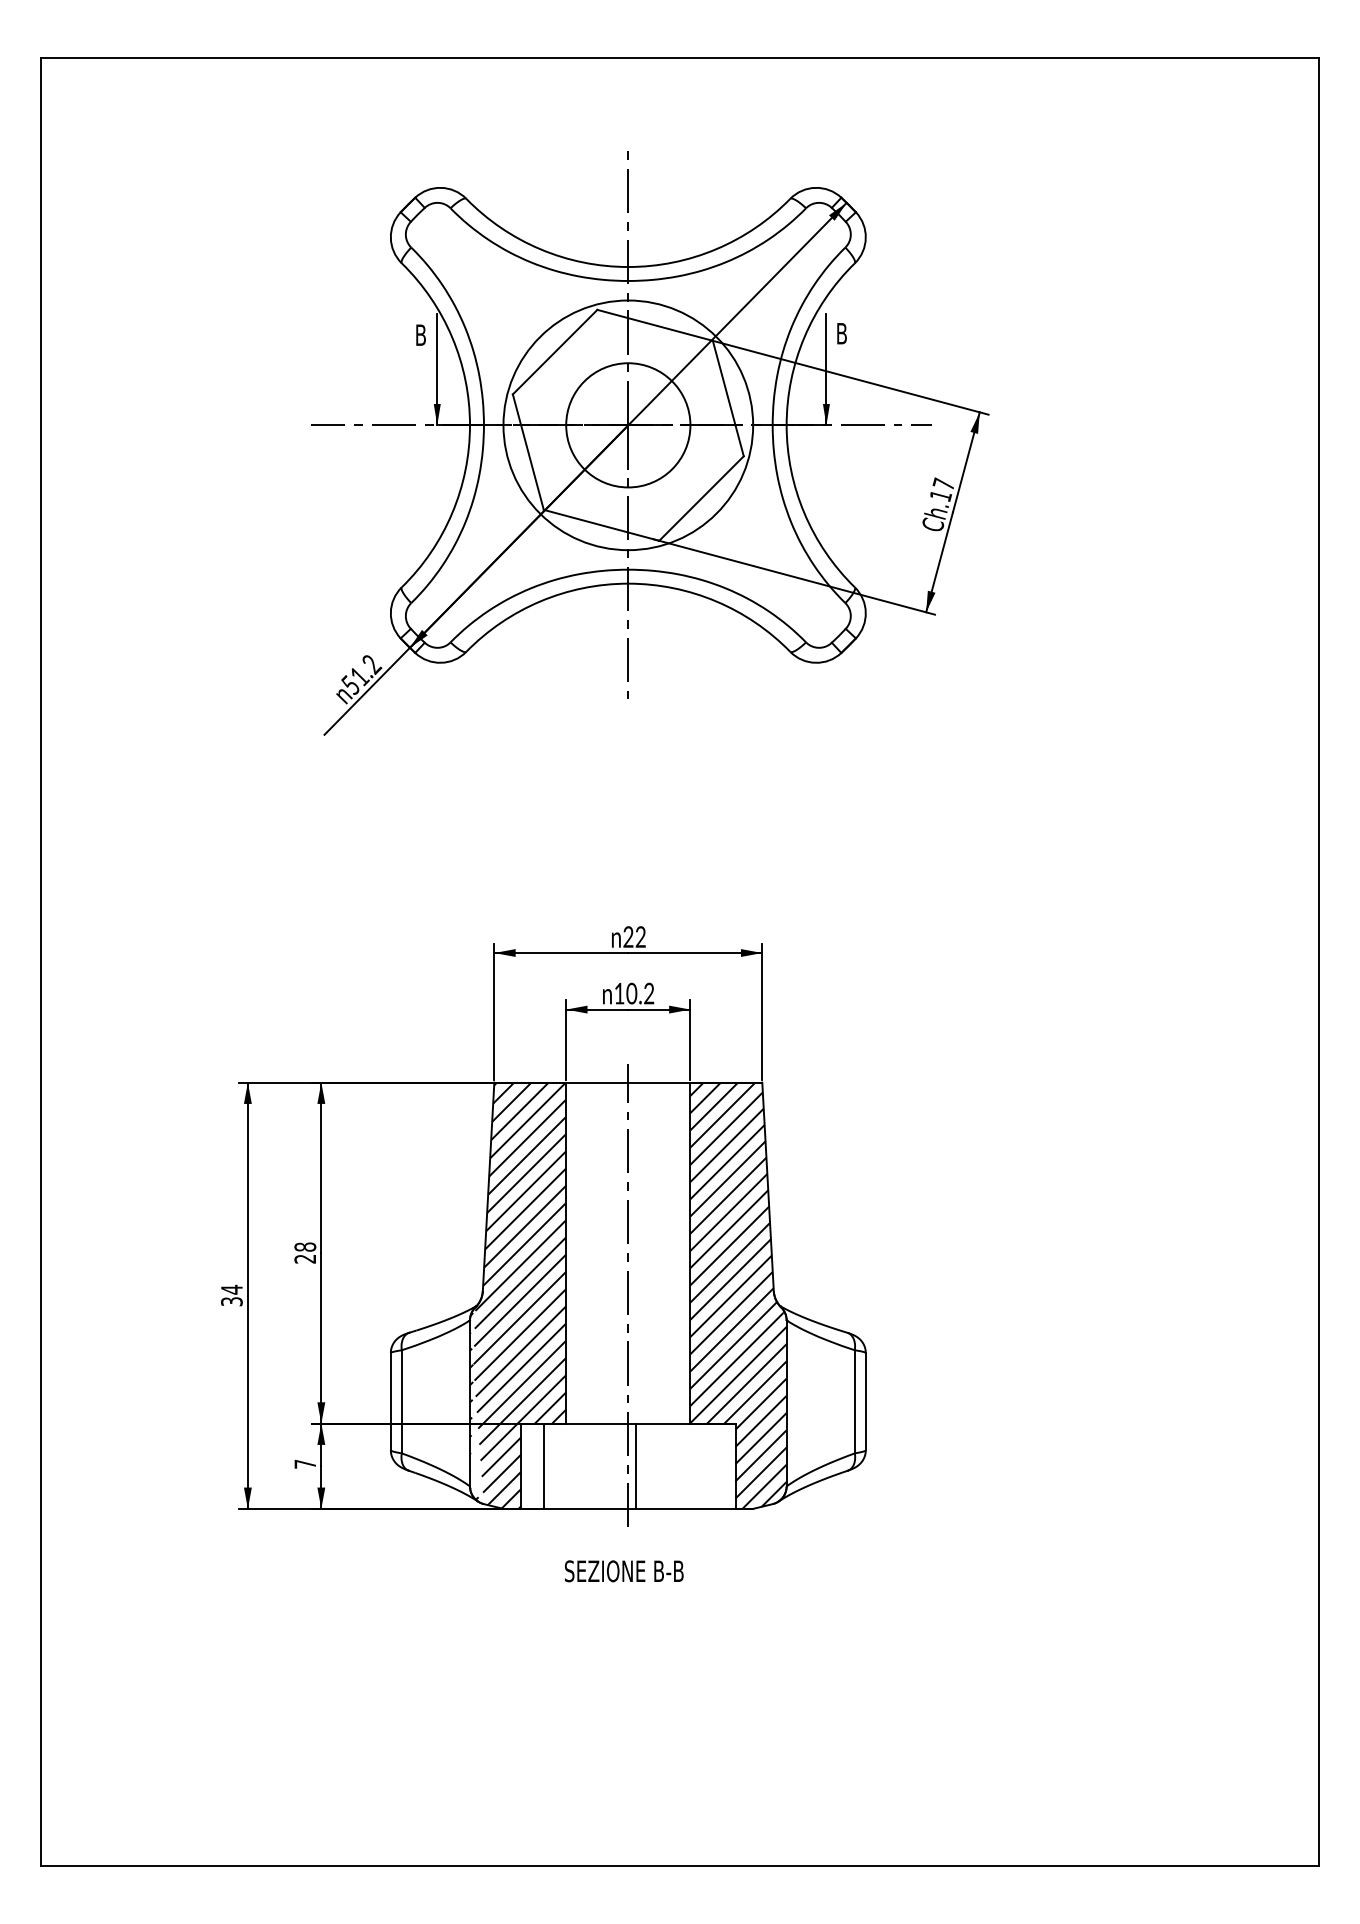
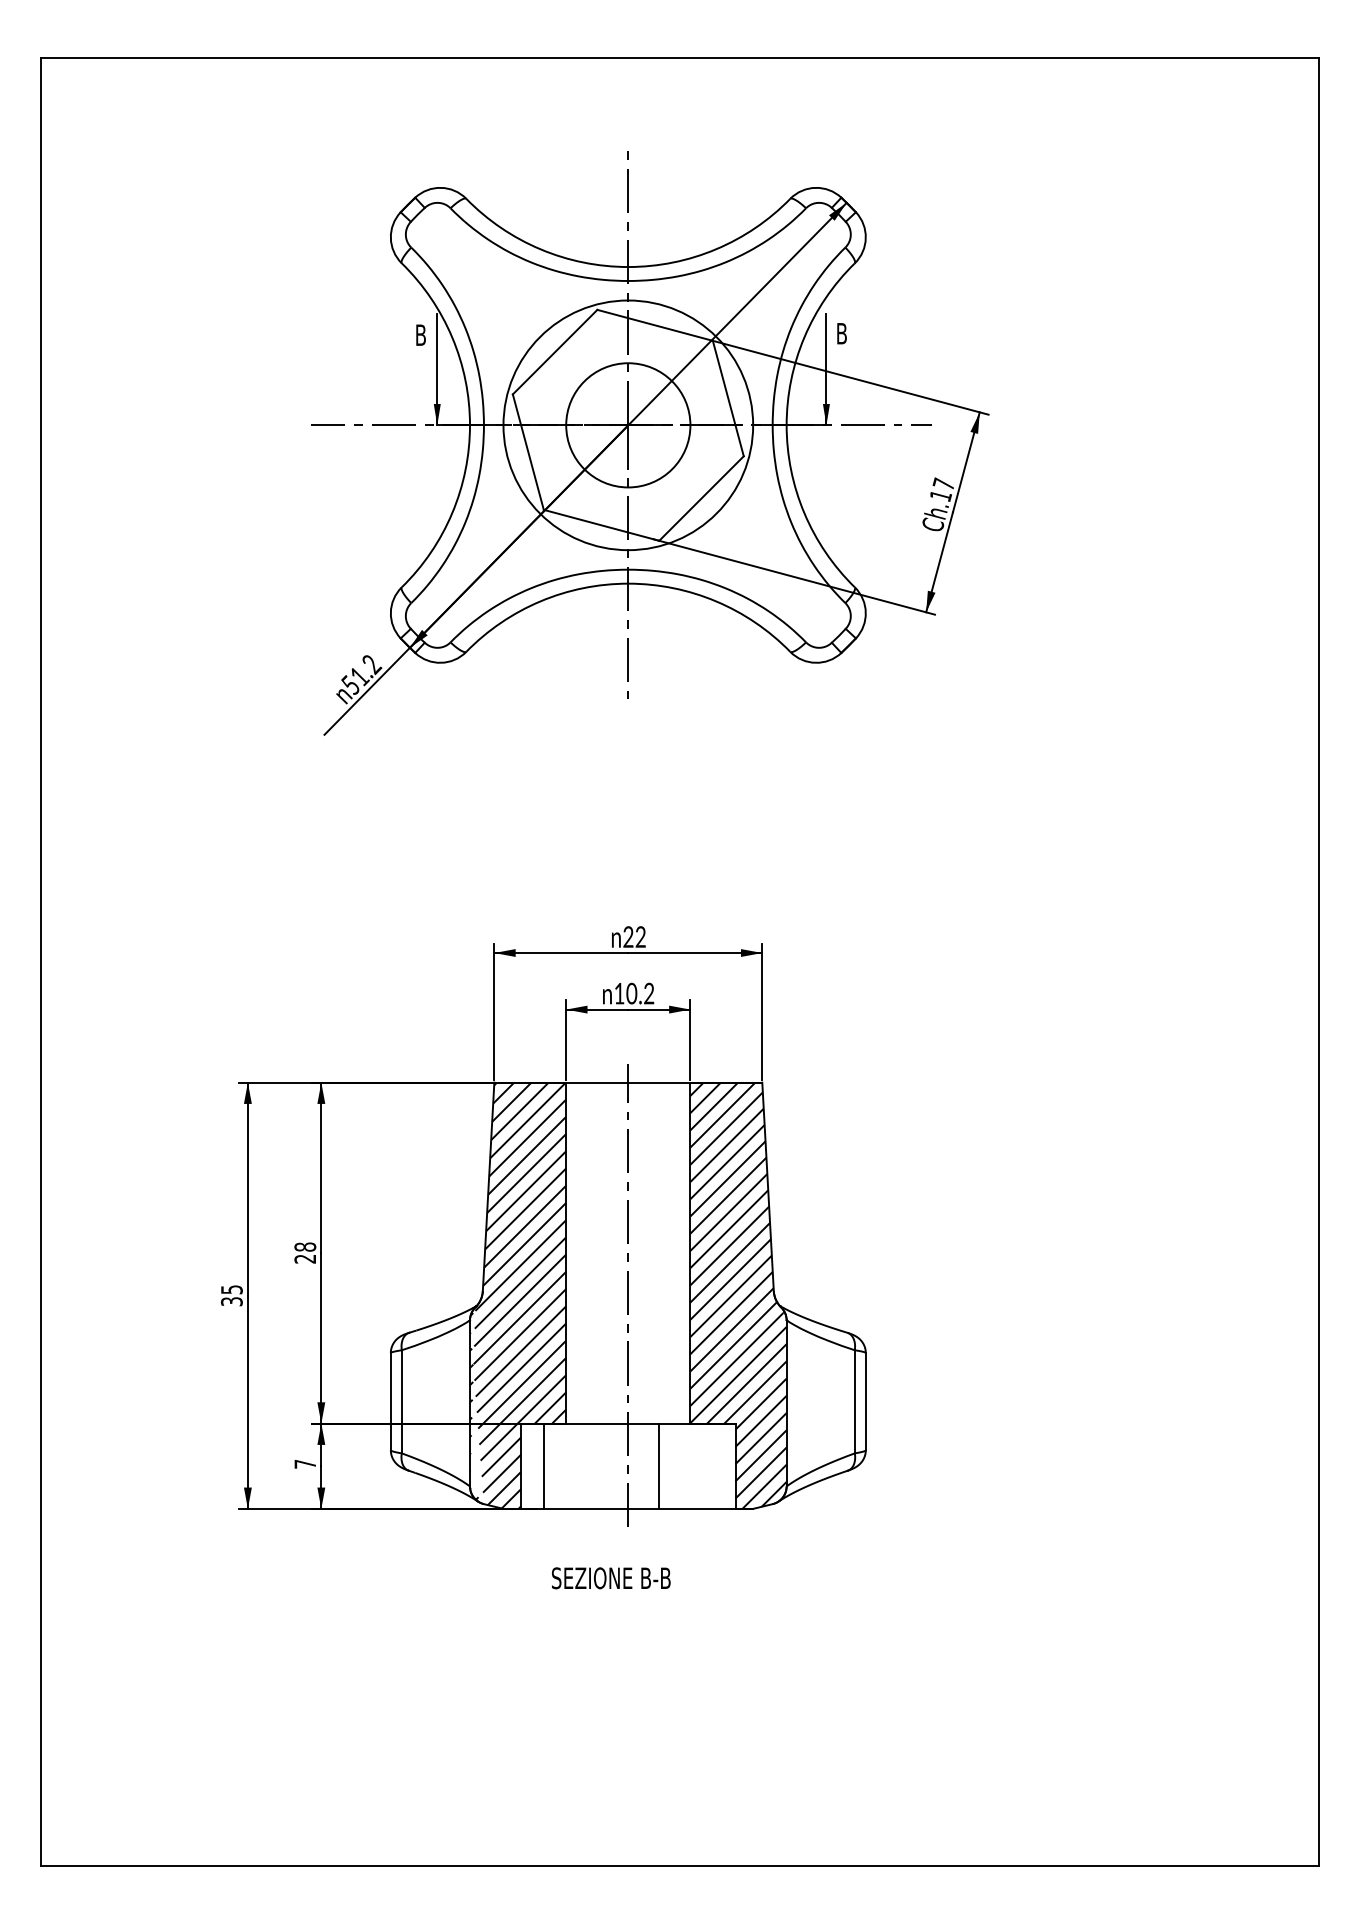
text at (231, 1289): 34 -> 35
line at (636, 1465) position: (636, 1465) -> (659, 1465)
text at (624, 1571) position: (624, 1571) -> (611, 1578)
